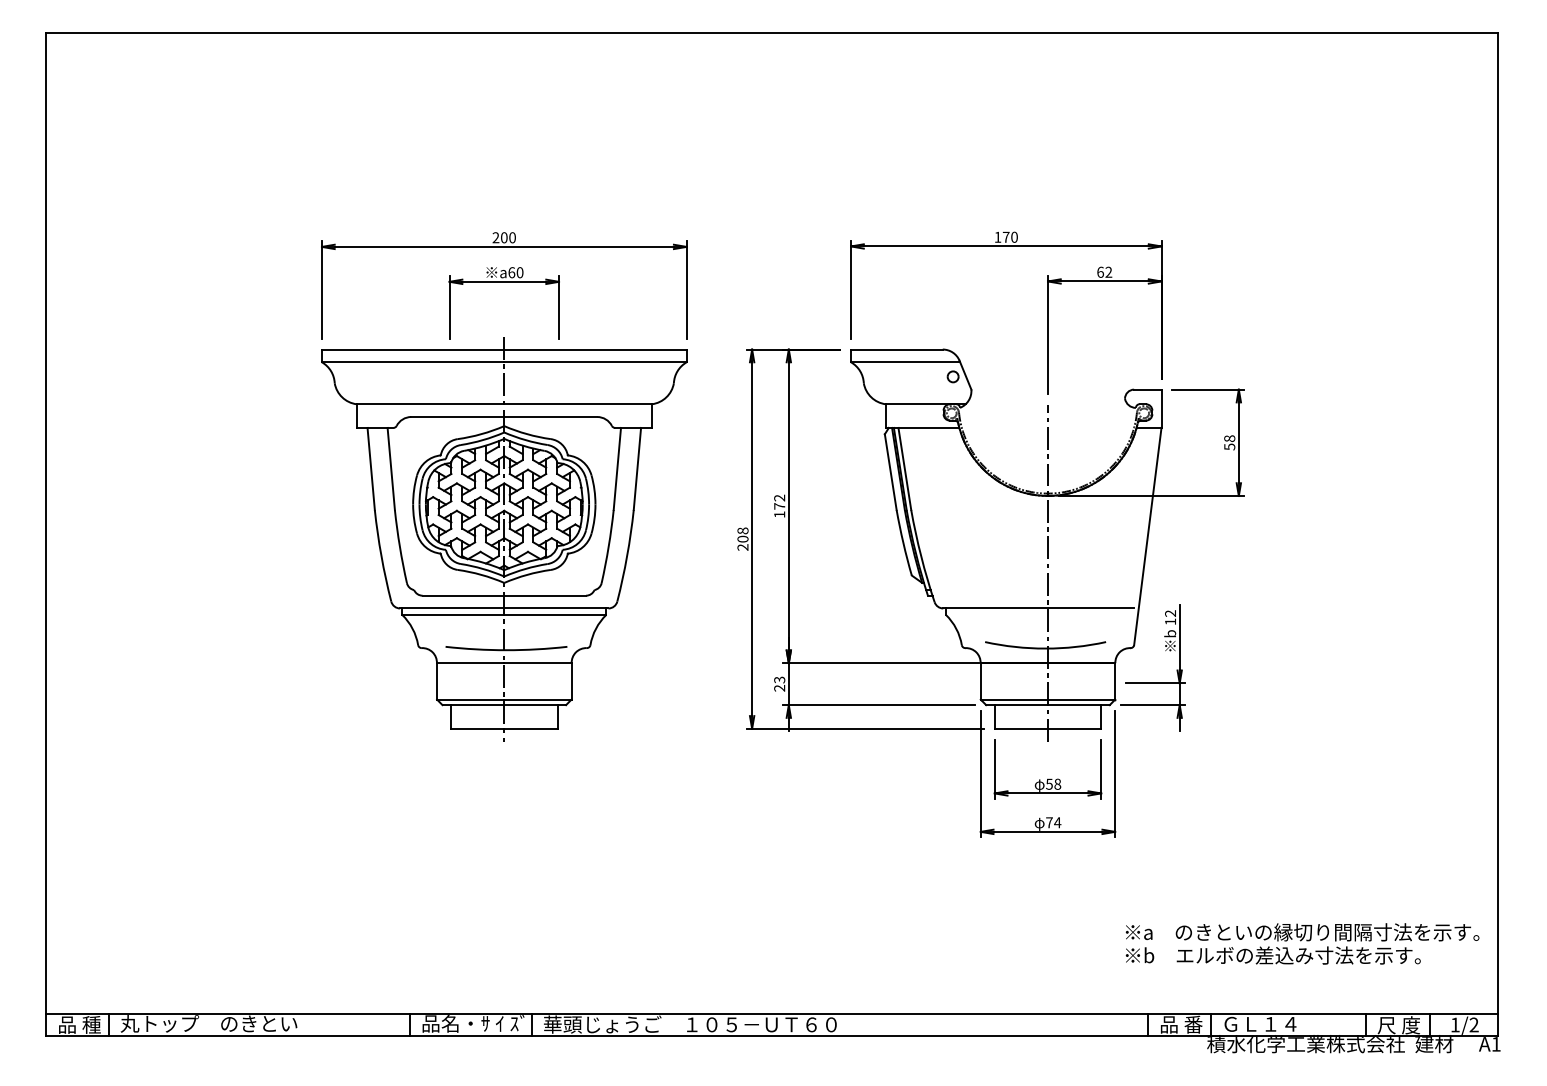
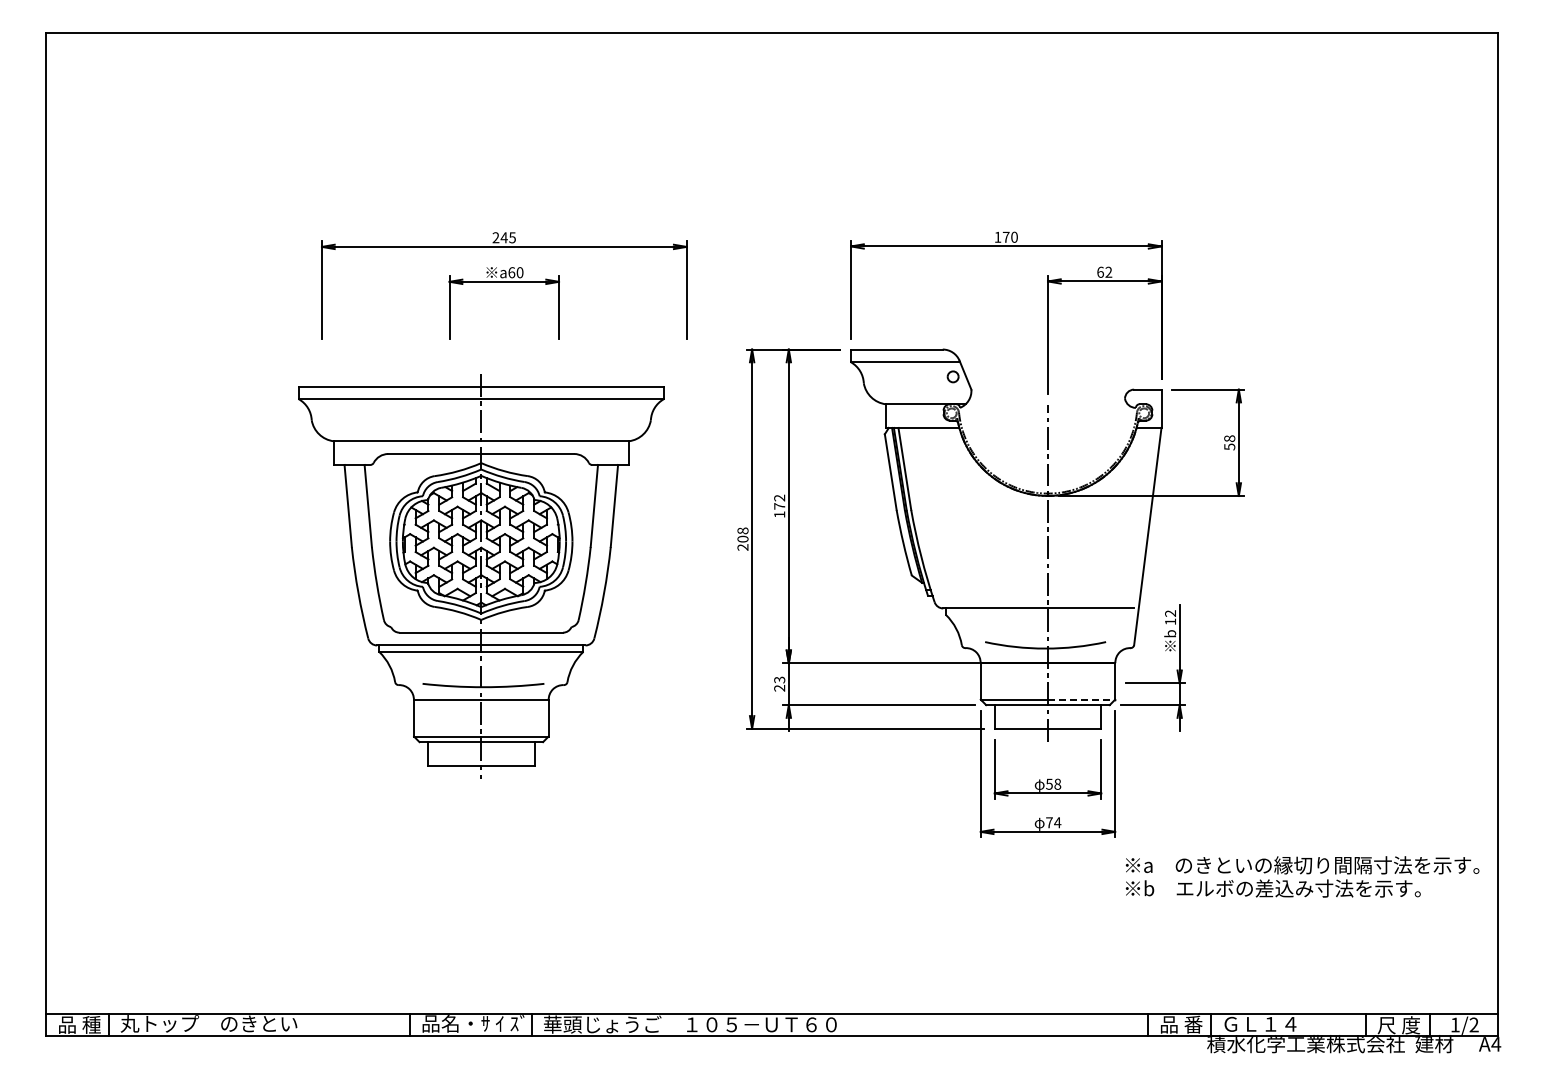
text at (507, 237): 200 -> 245
part at (504, 539) position: (504, 539) -> (481, 576)
line at (1081, 699): solid -> dashed
text at (1302, 943) position: (1302, 943) -> (1302, 876)
text at (1496, 1044): A1 -> A4
